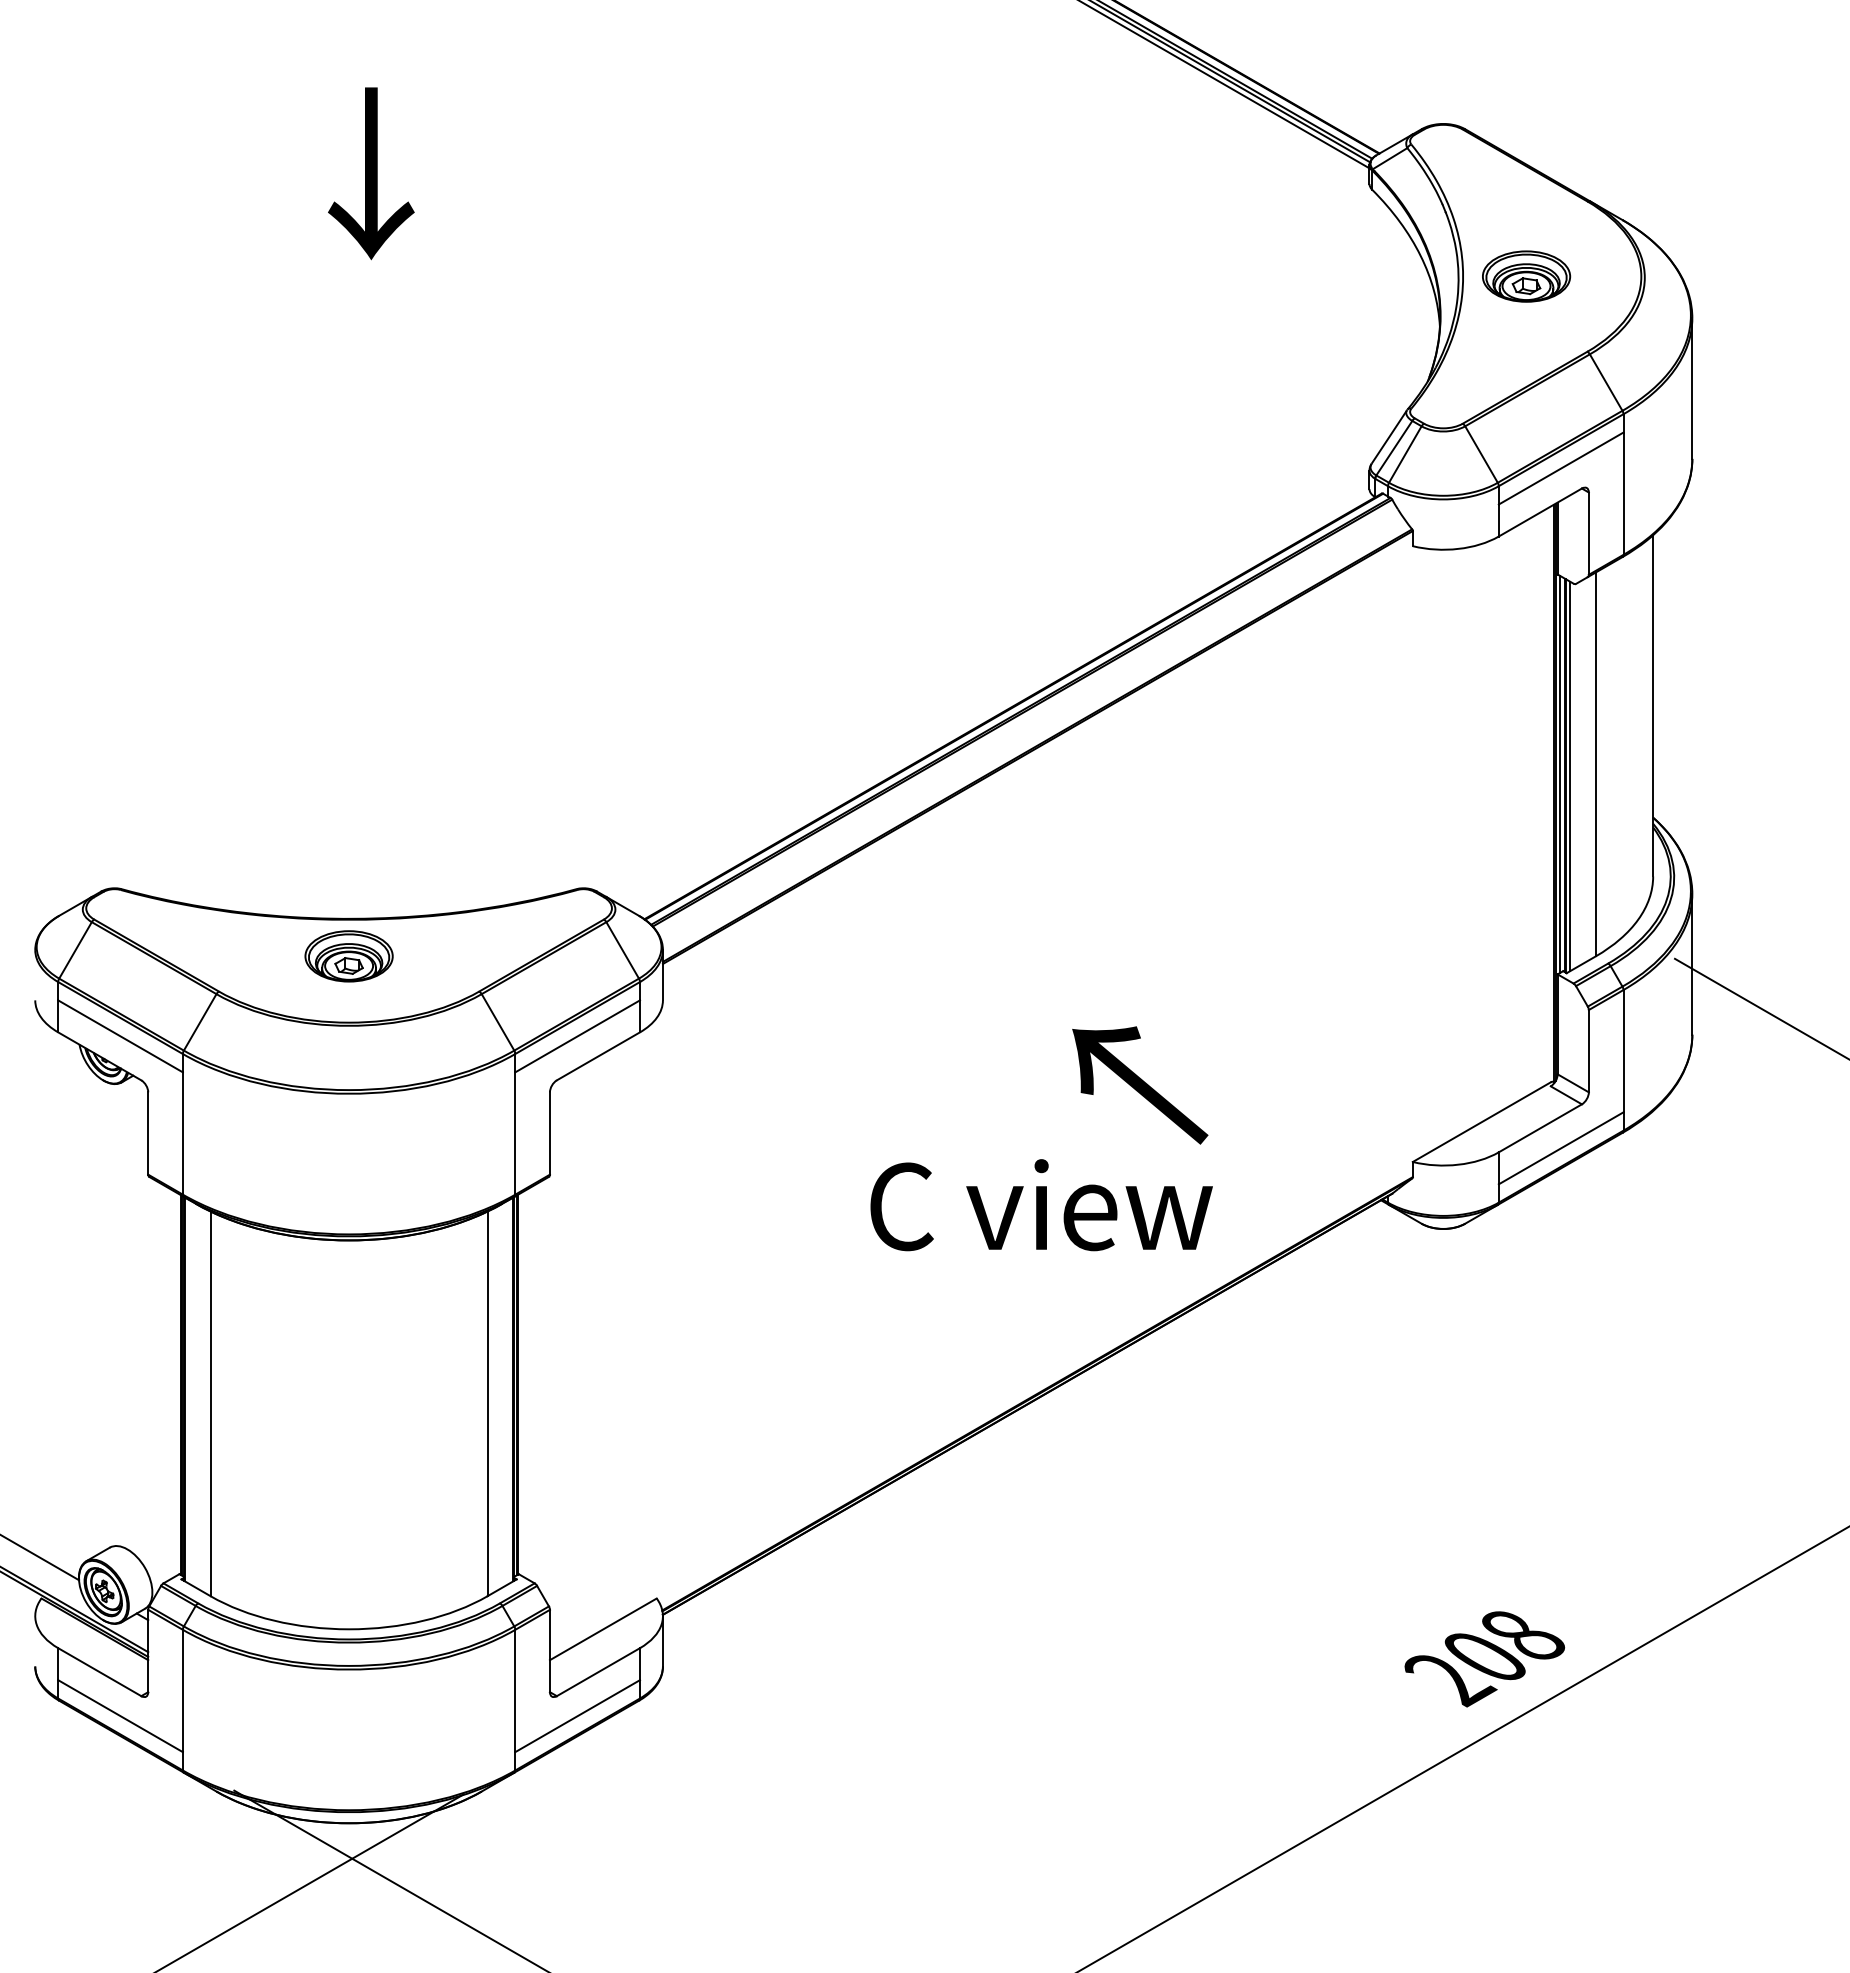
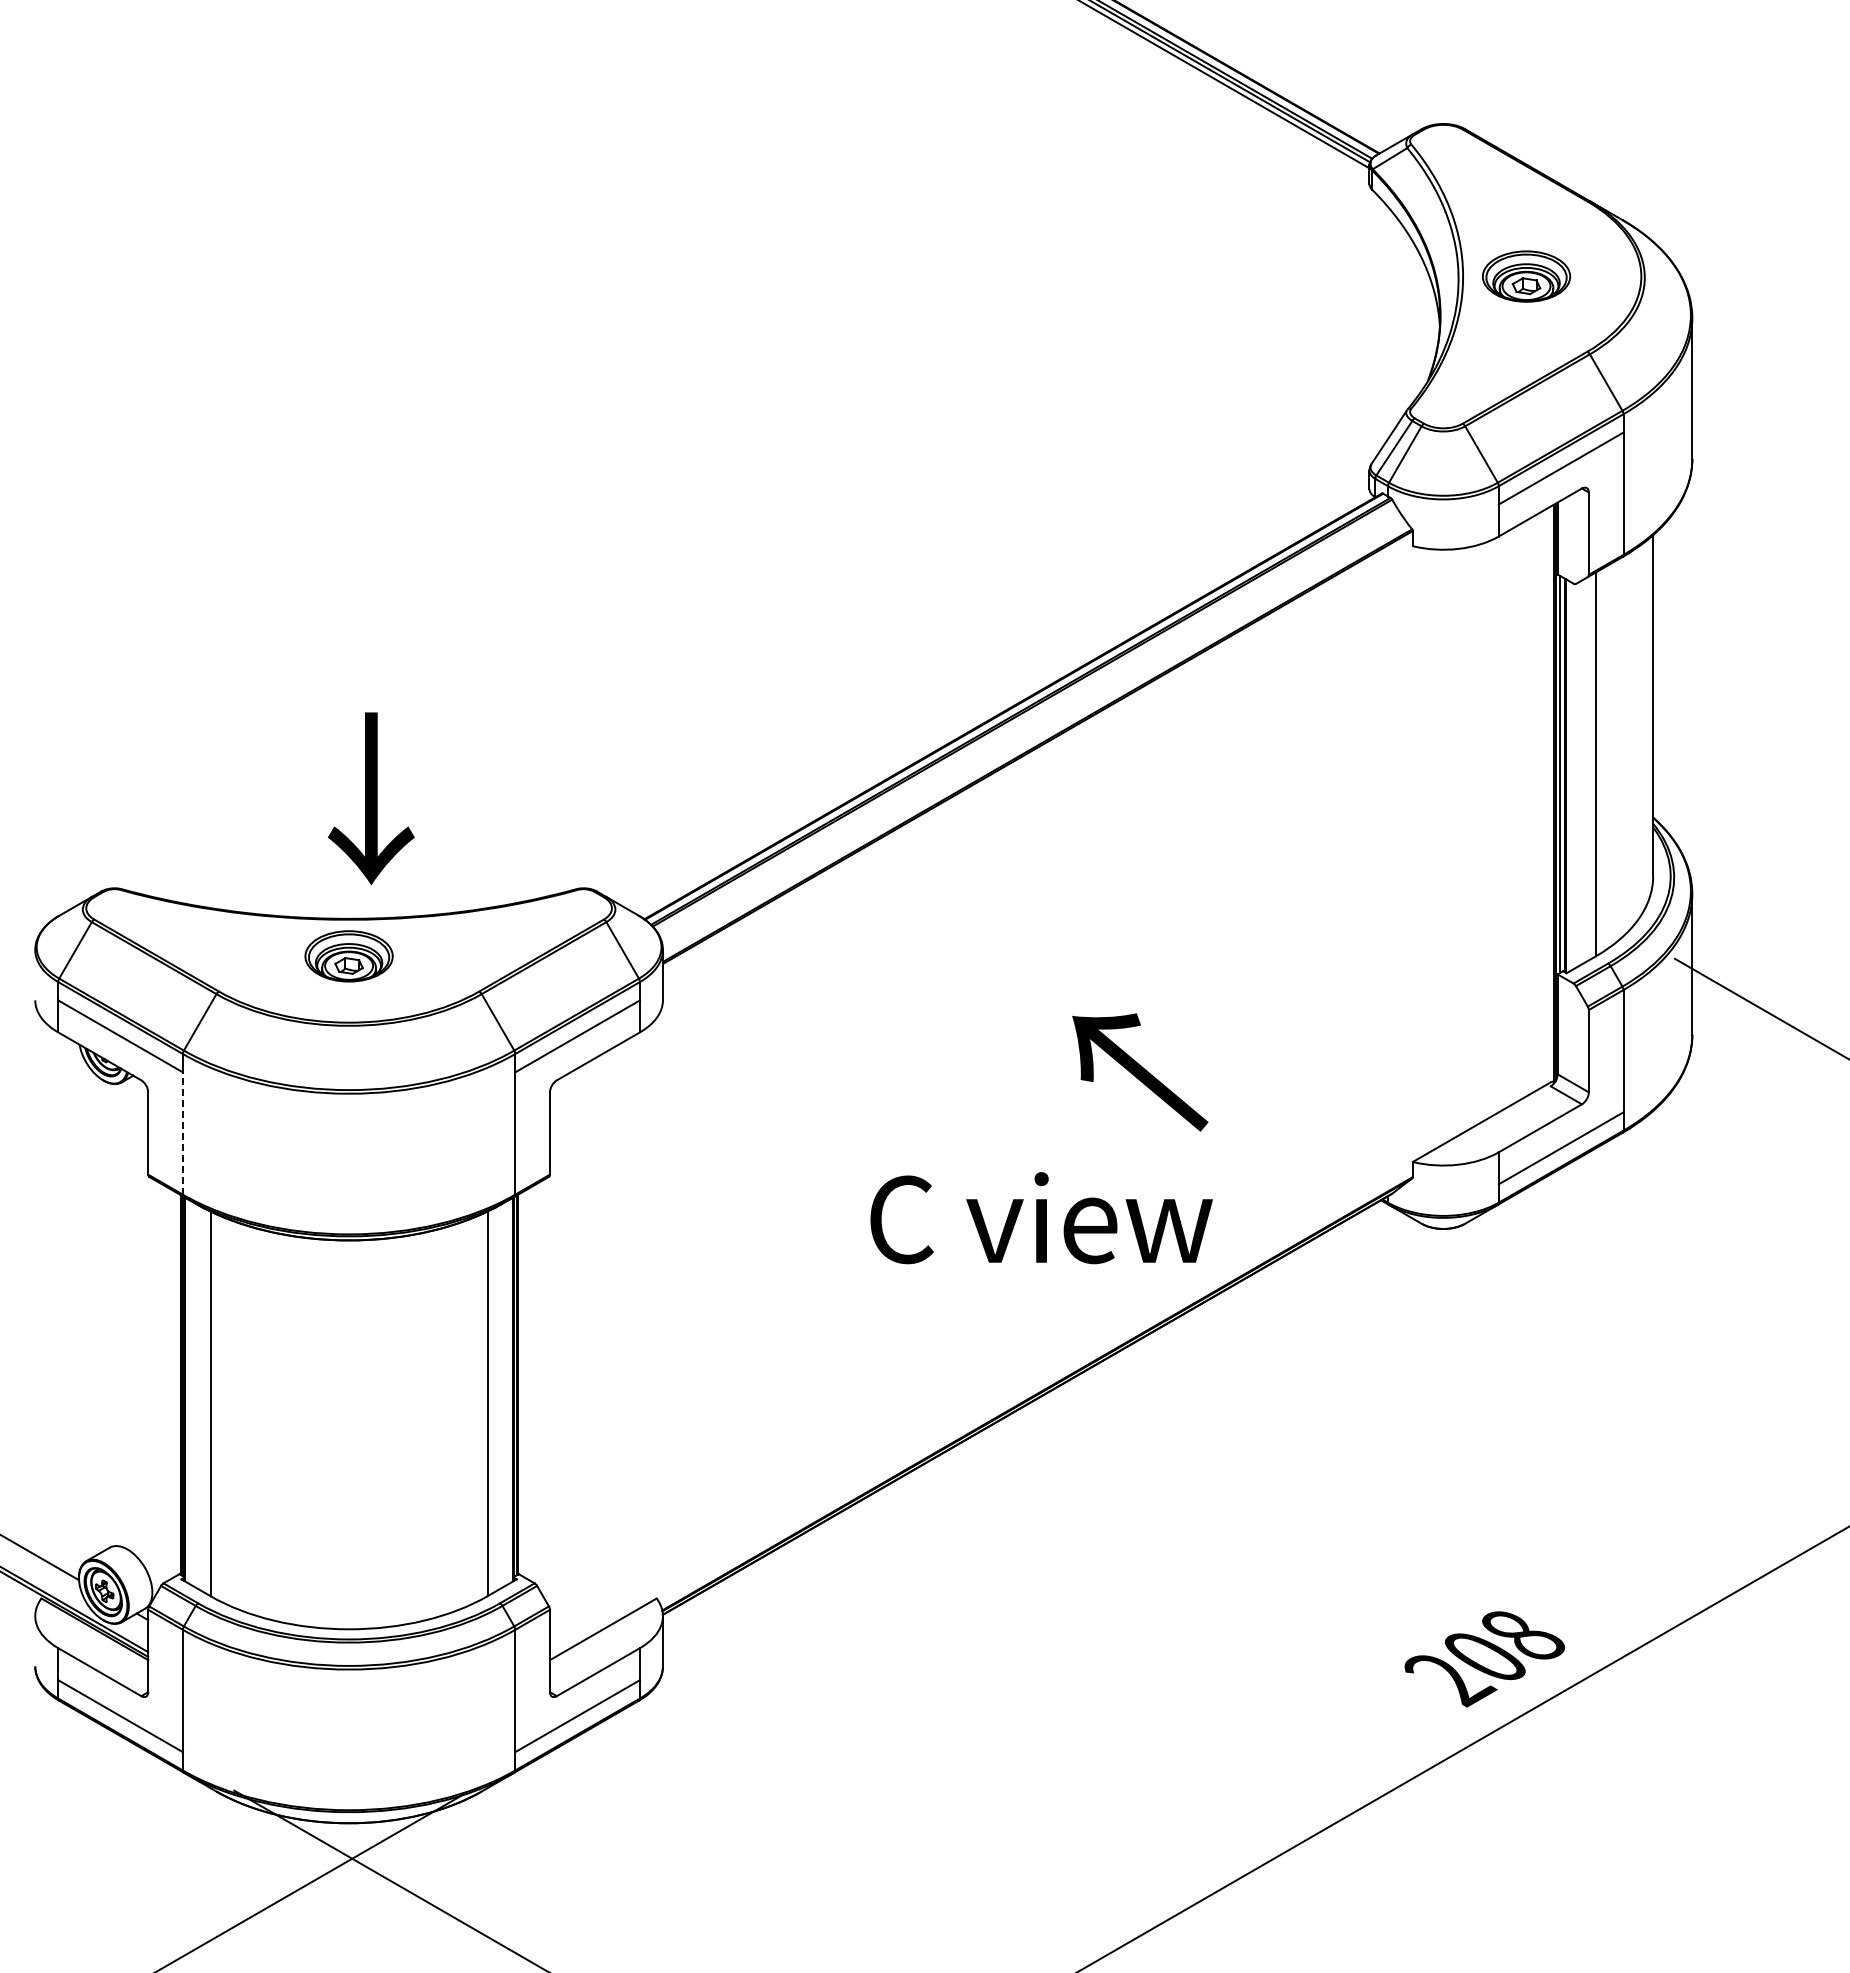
text at (371, 173) position: (371, 173) -> (371, 798)
line at (1570, 776): present -> none
text at (1140, 1085) position: (1140, 1085) -> (1140, 1072)
line at (182, 1133): solid -> dashed
text at (1041, 1205) position: (1041, 1205) -> (1041, 1218)
